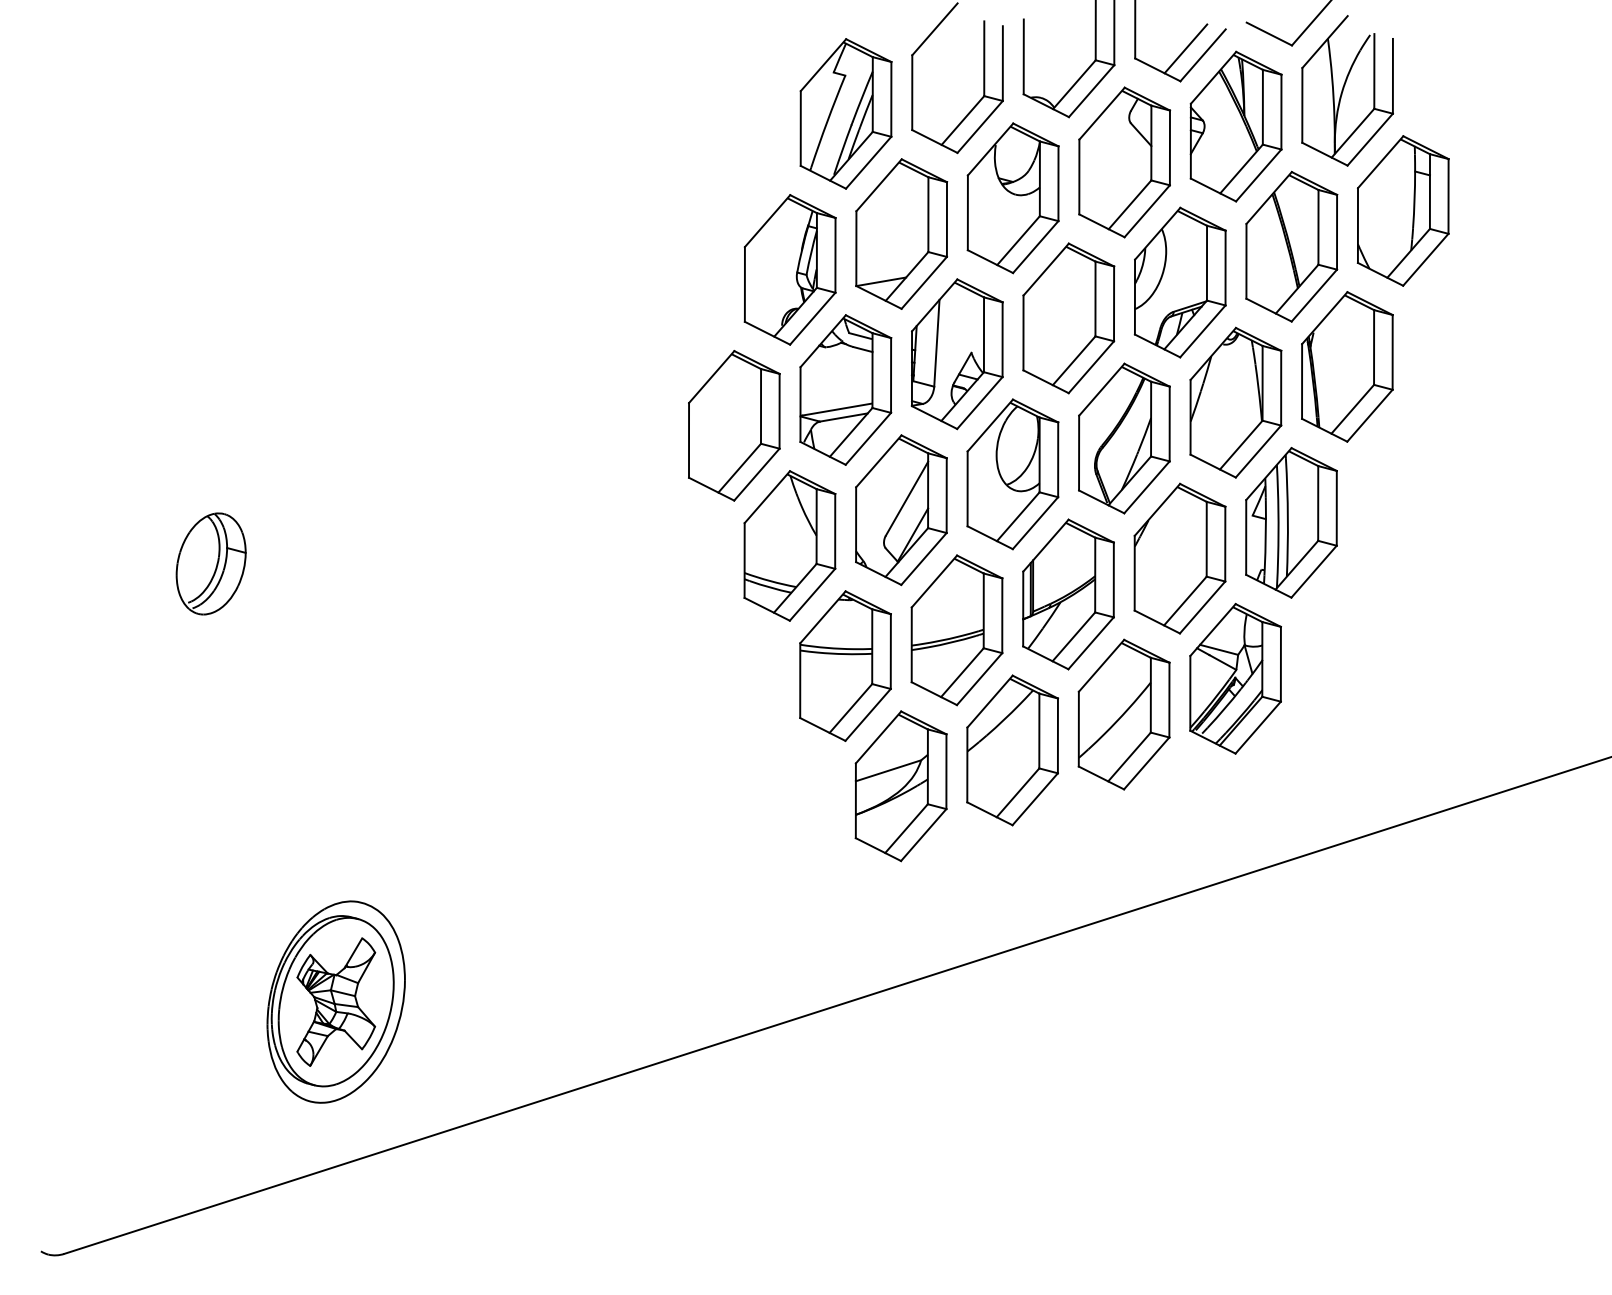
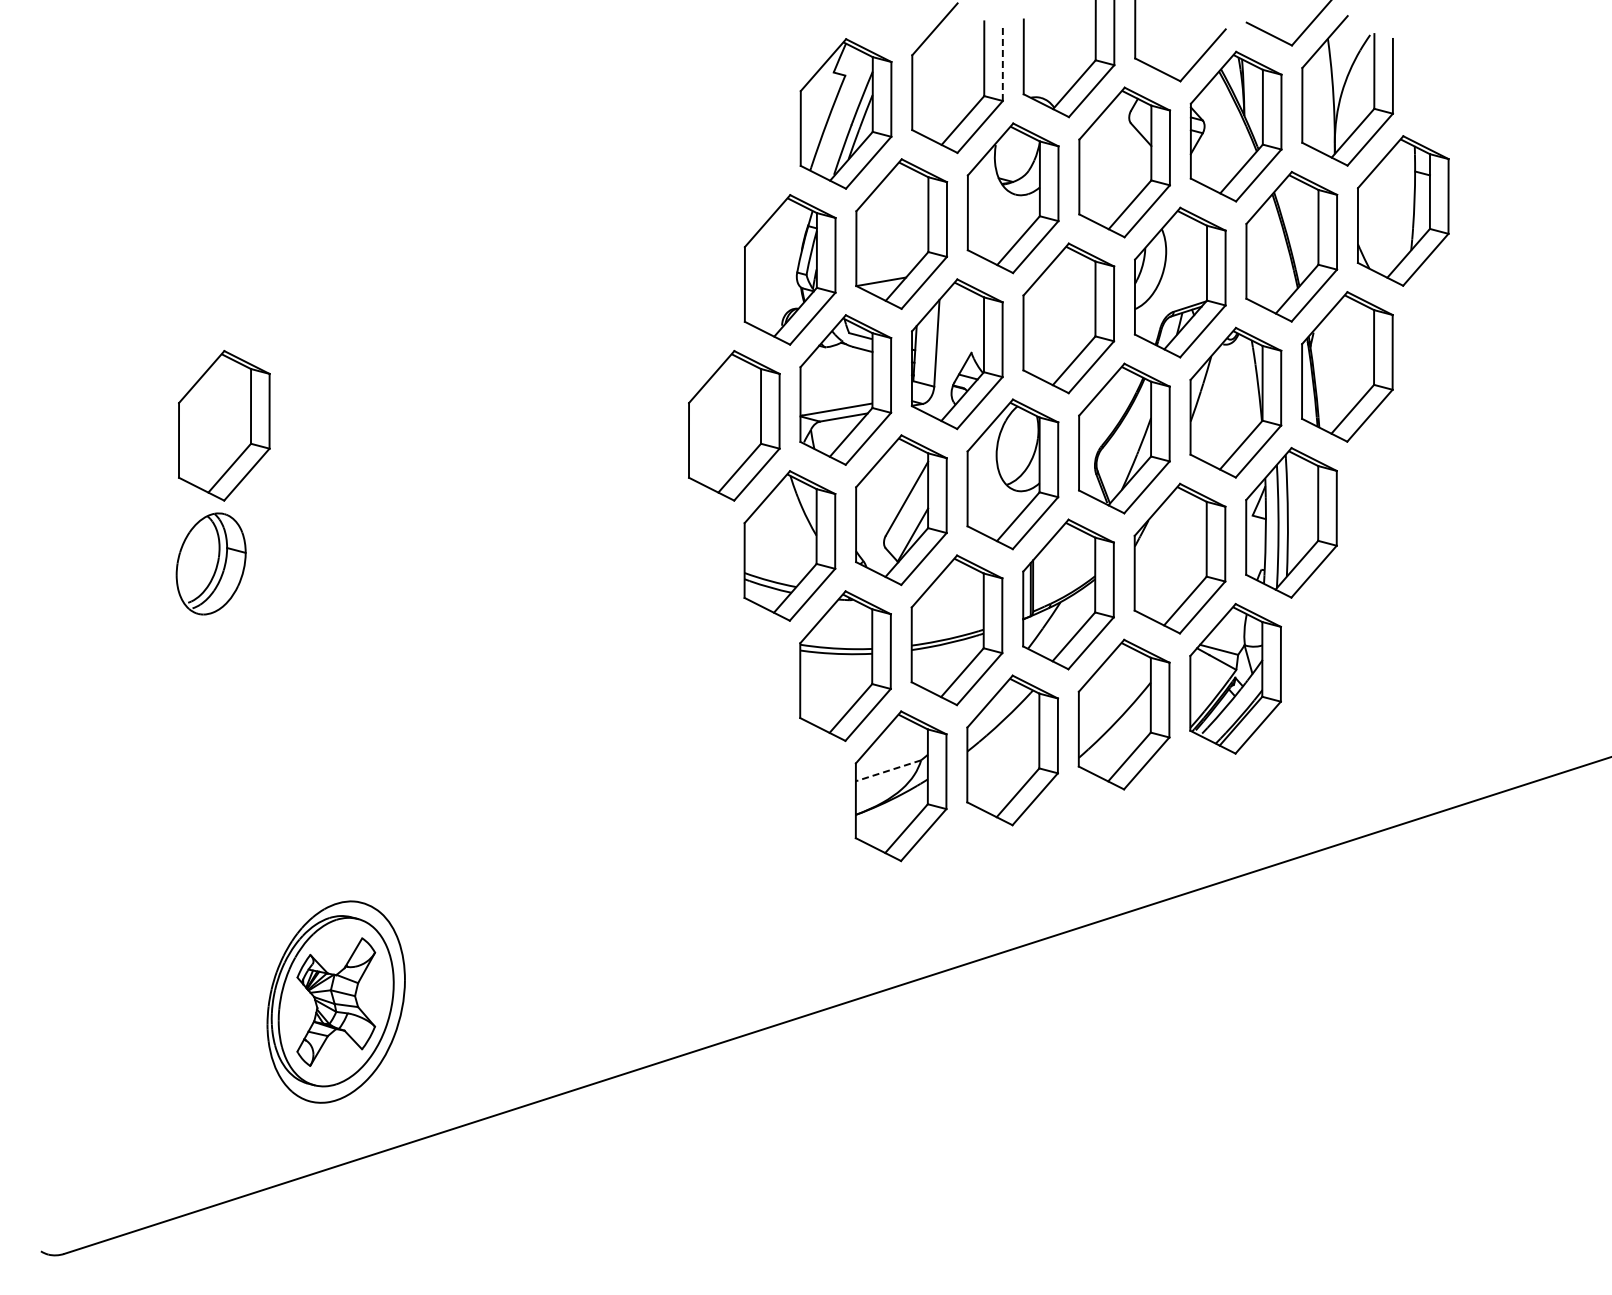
line at (1185, 48): present -> none
line at (1002, 63): solid -> dashed
part at (224, 425): none -> present
line at (888, 770): solid -> dashed
